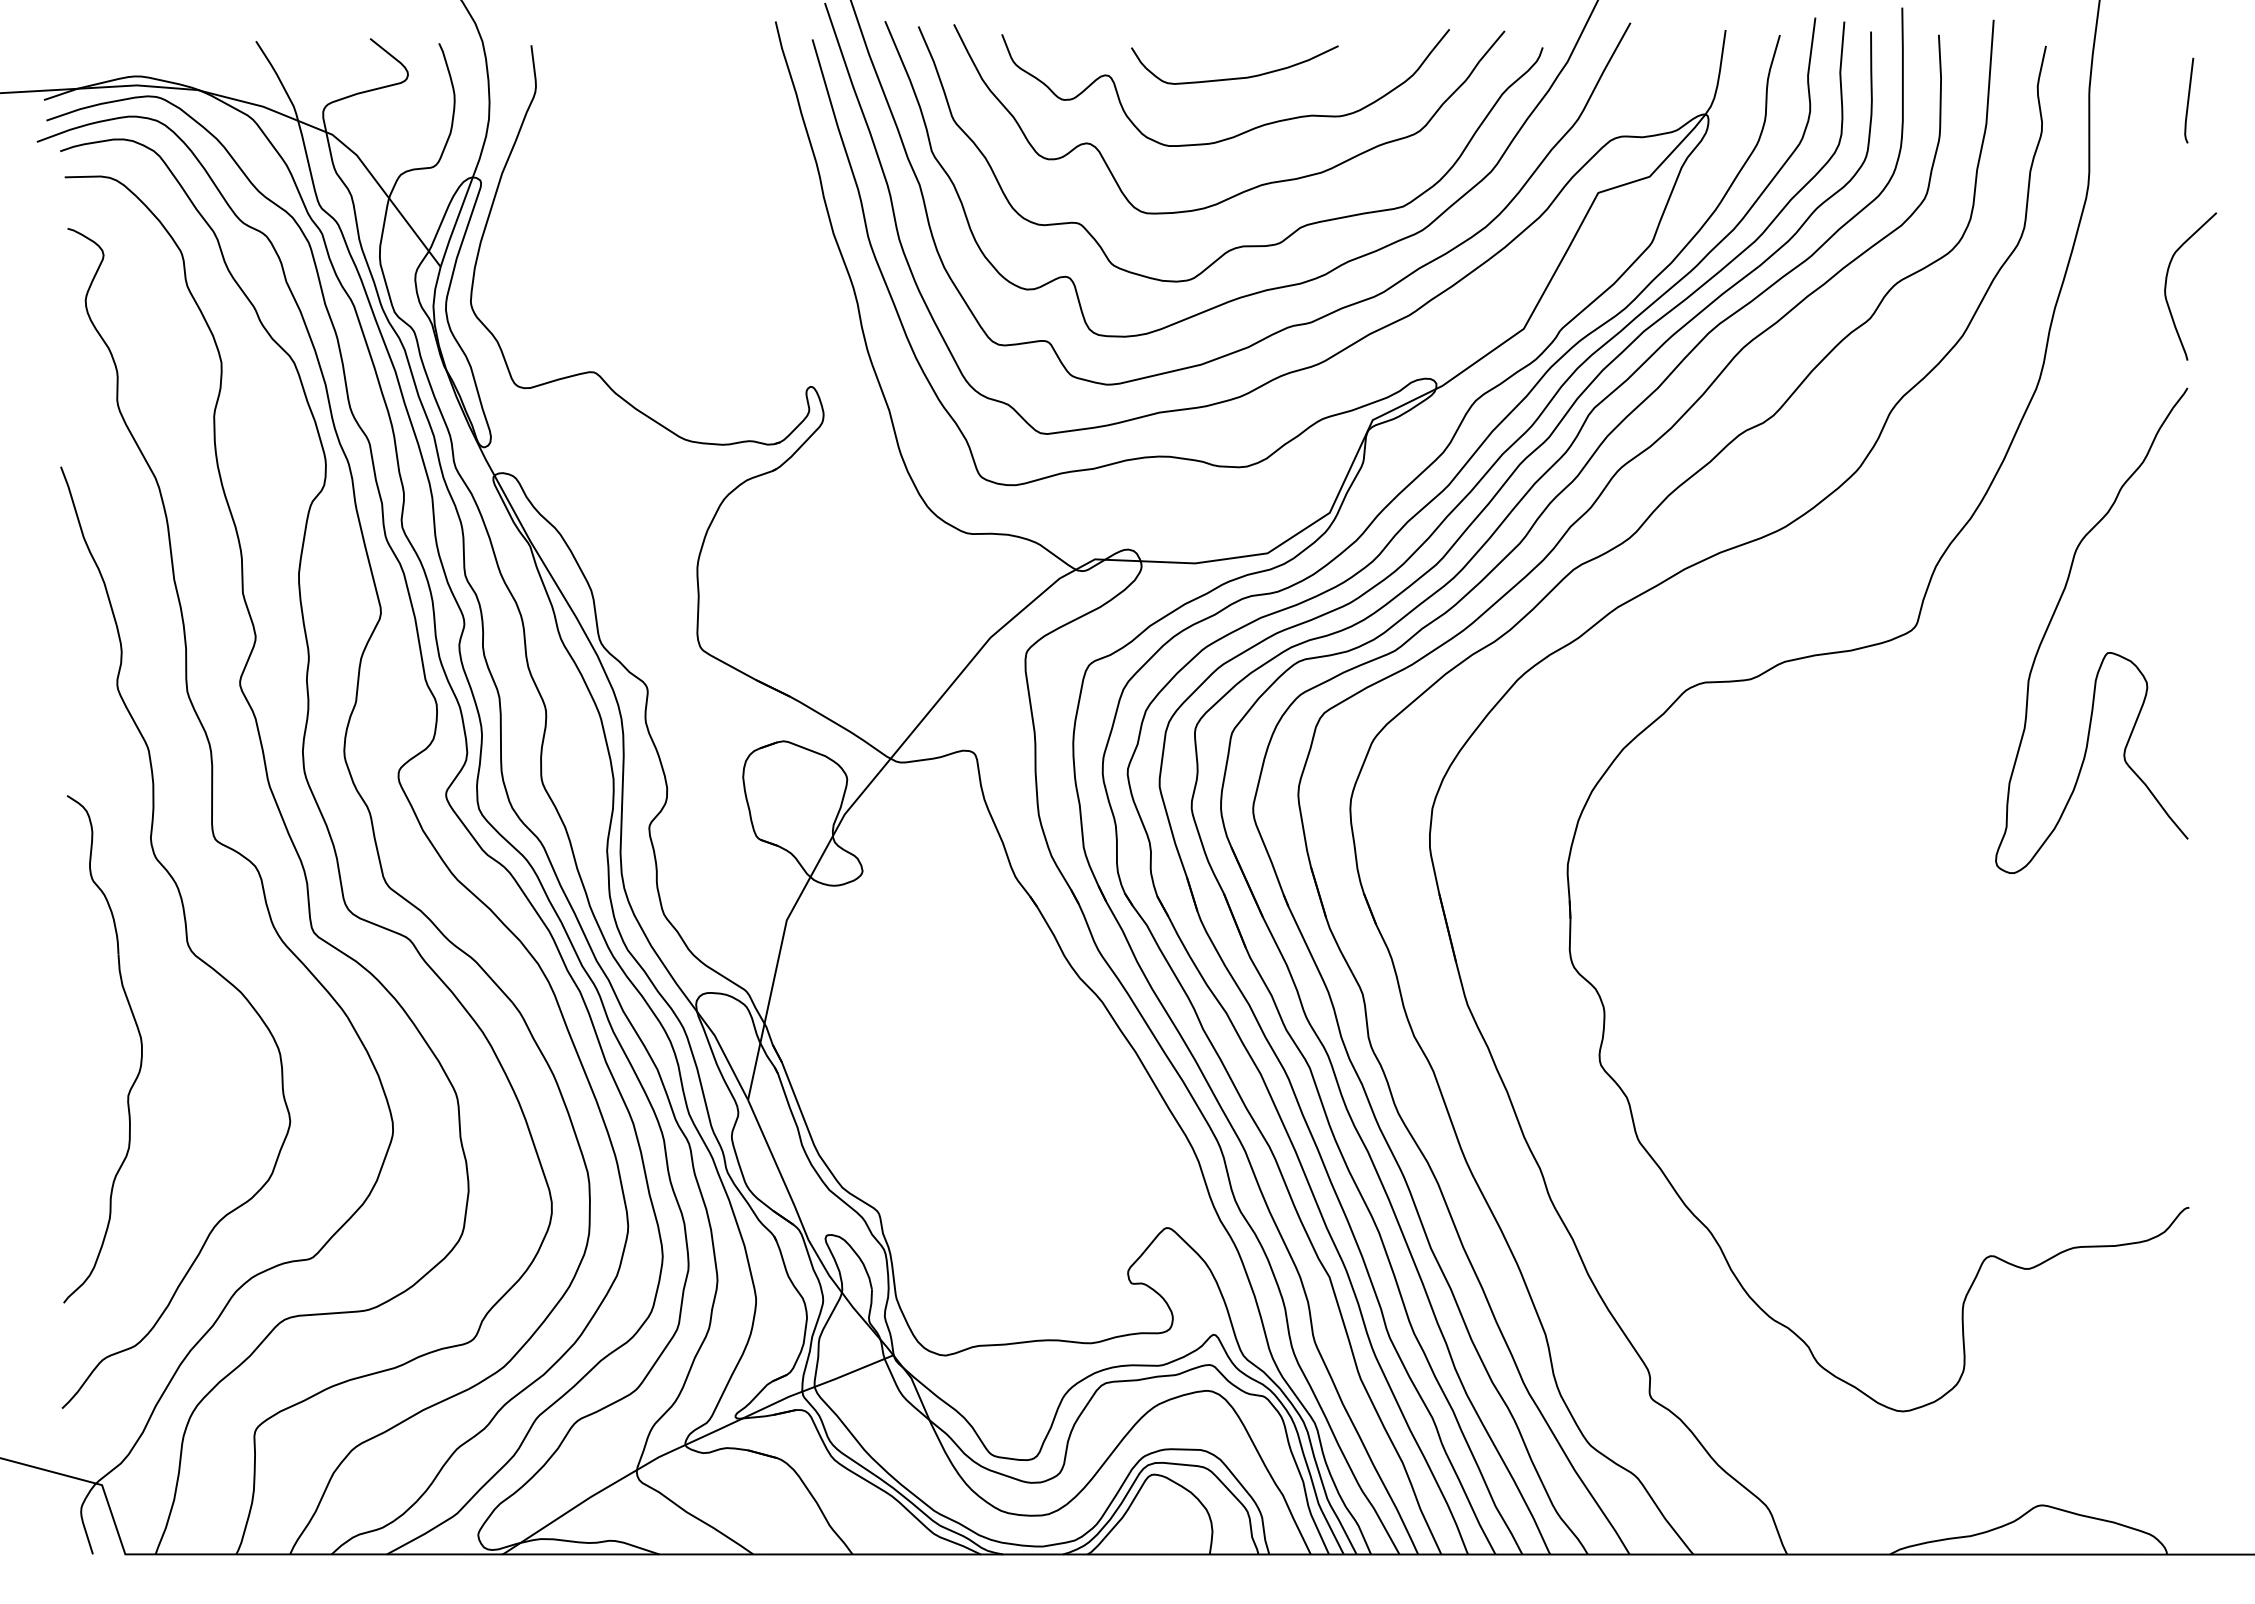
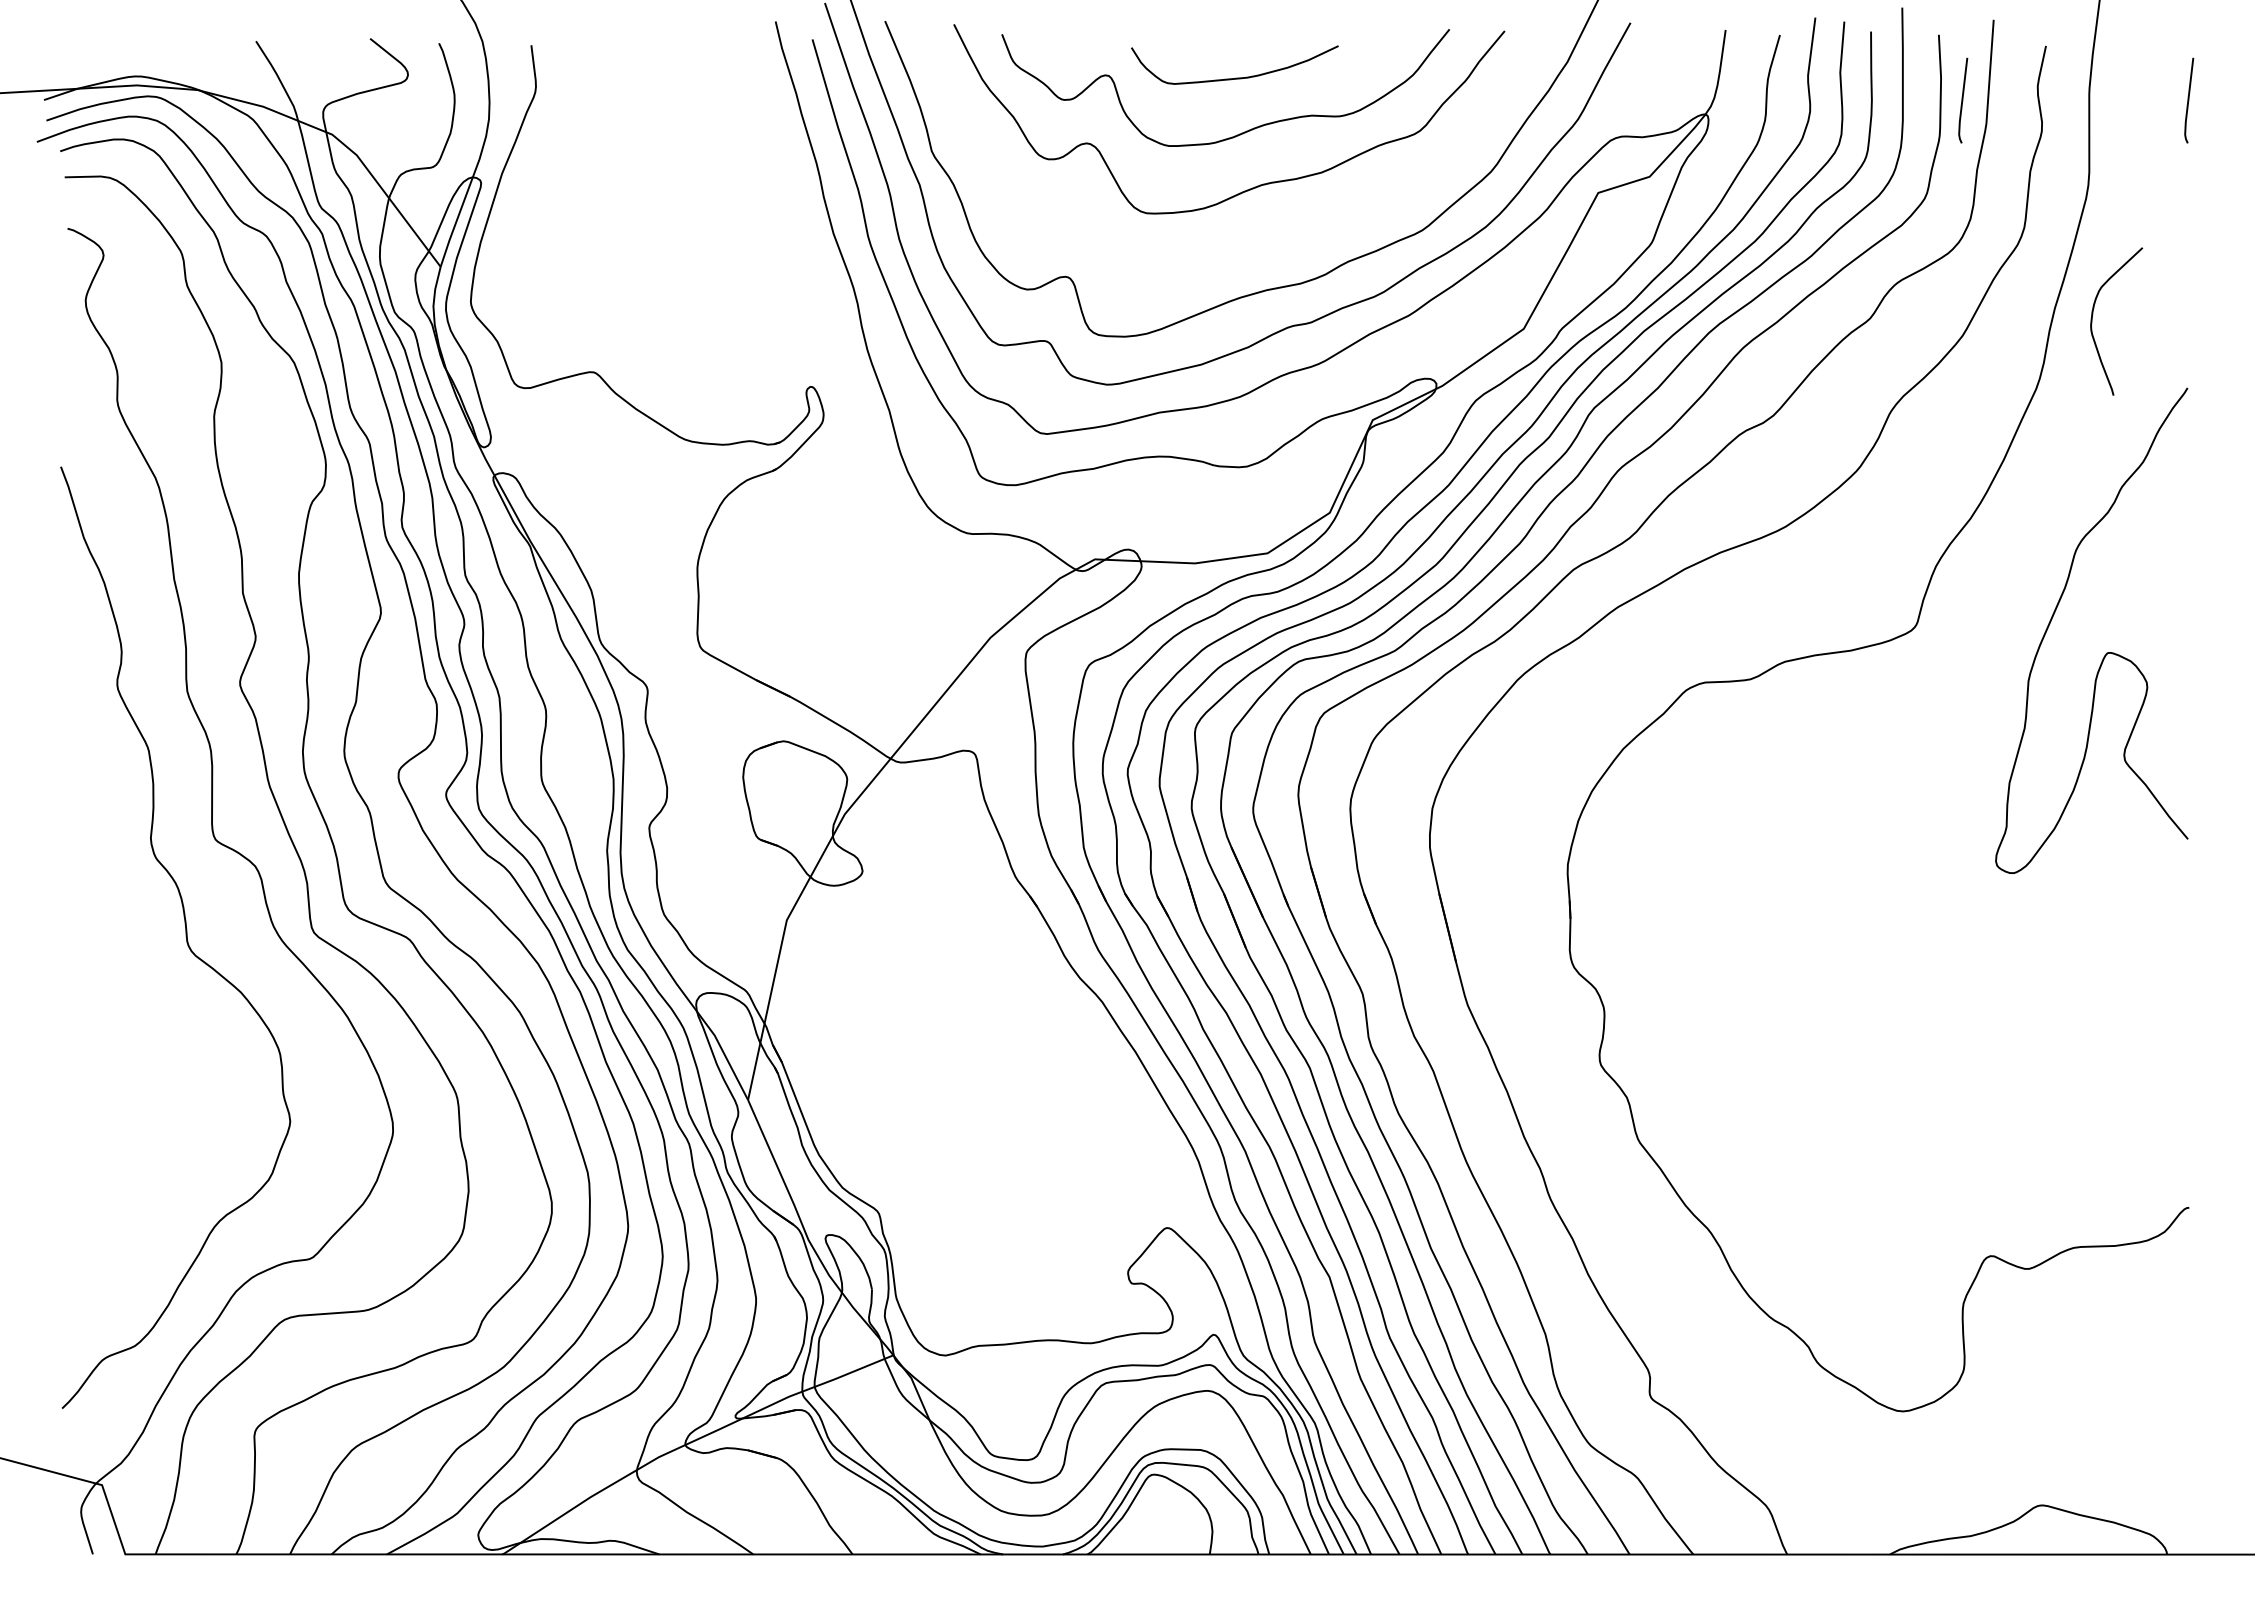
line at (1963, 100): none -> present
curve at (1241, 245): present -> none
curve at (2166, 286) position: (2166, 286) -> (2092, 321)
part at (140, 1044): present -> none
